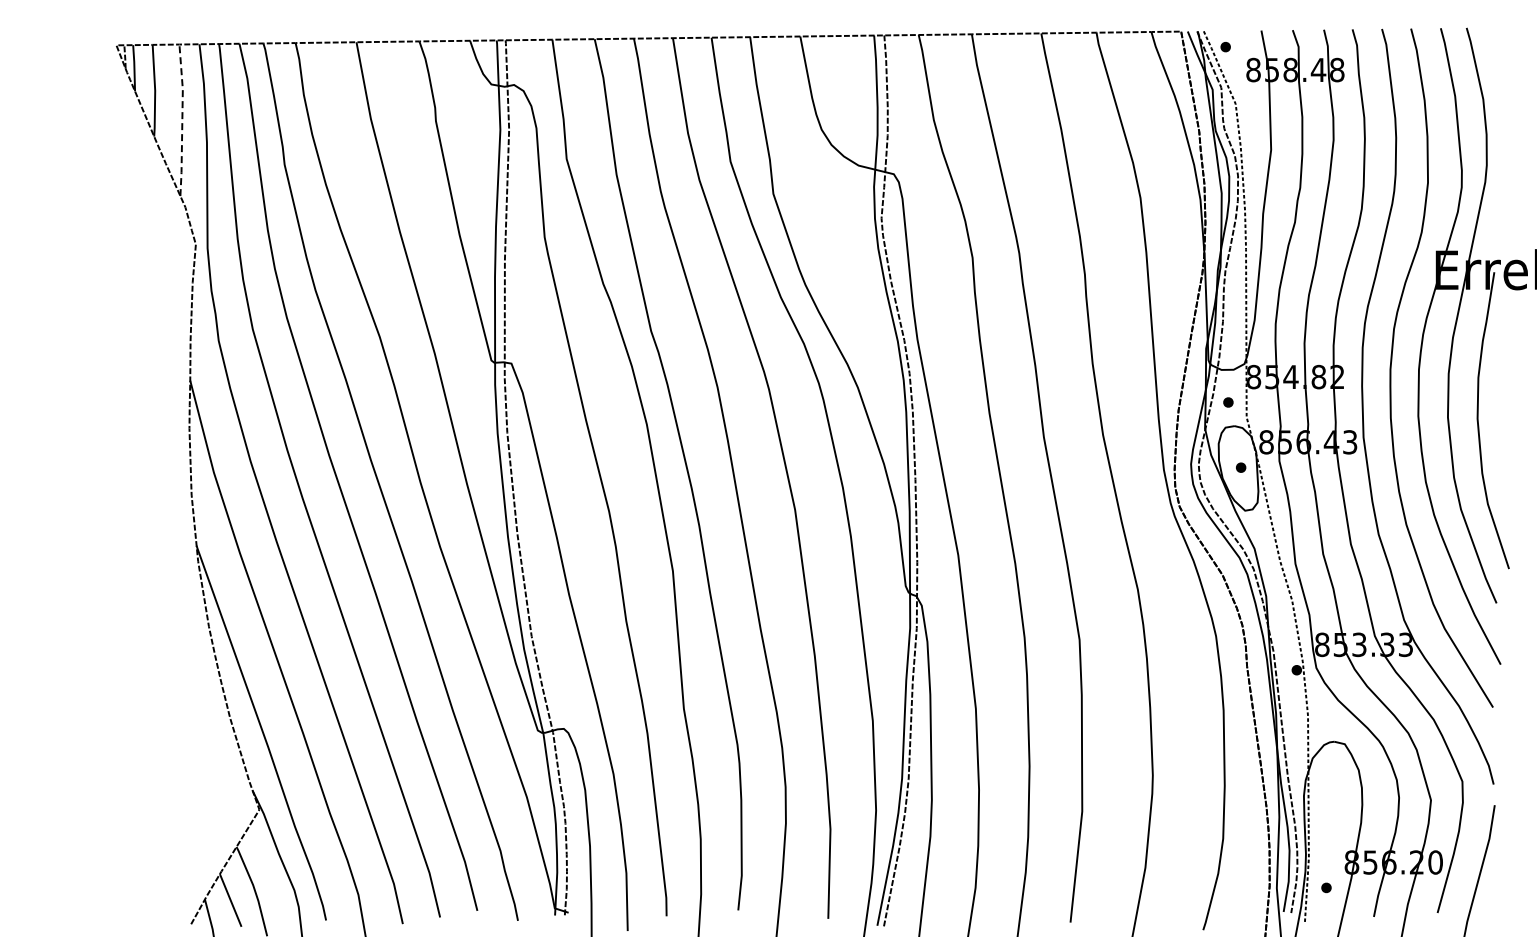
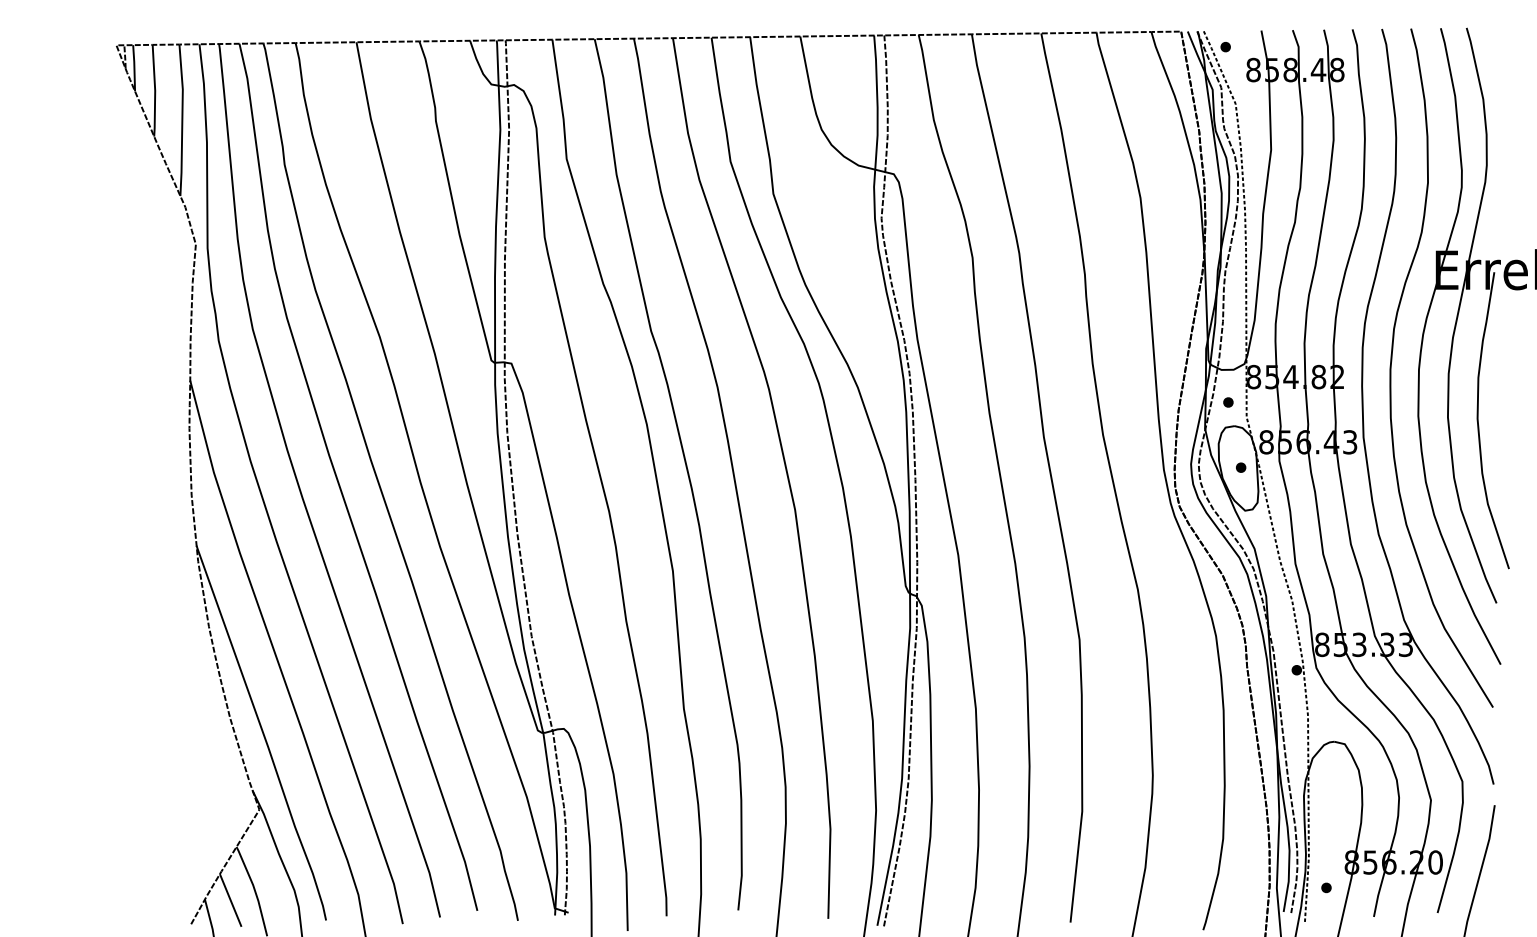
line at (182, 120): dashed -> solid
